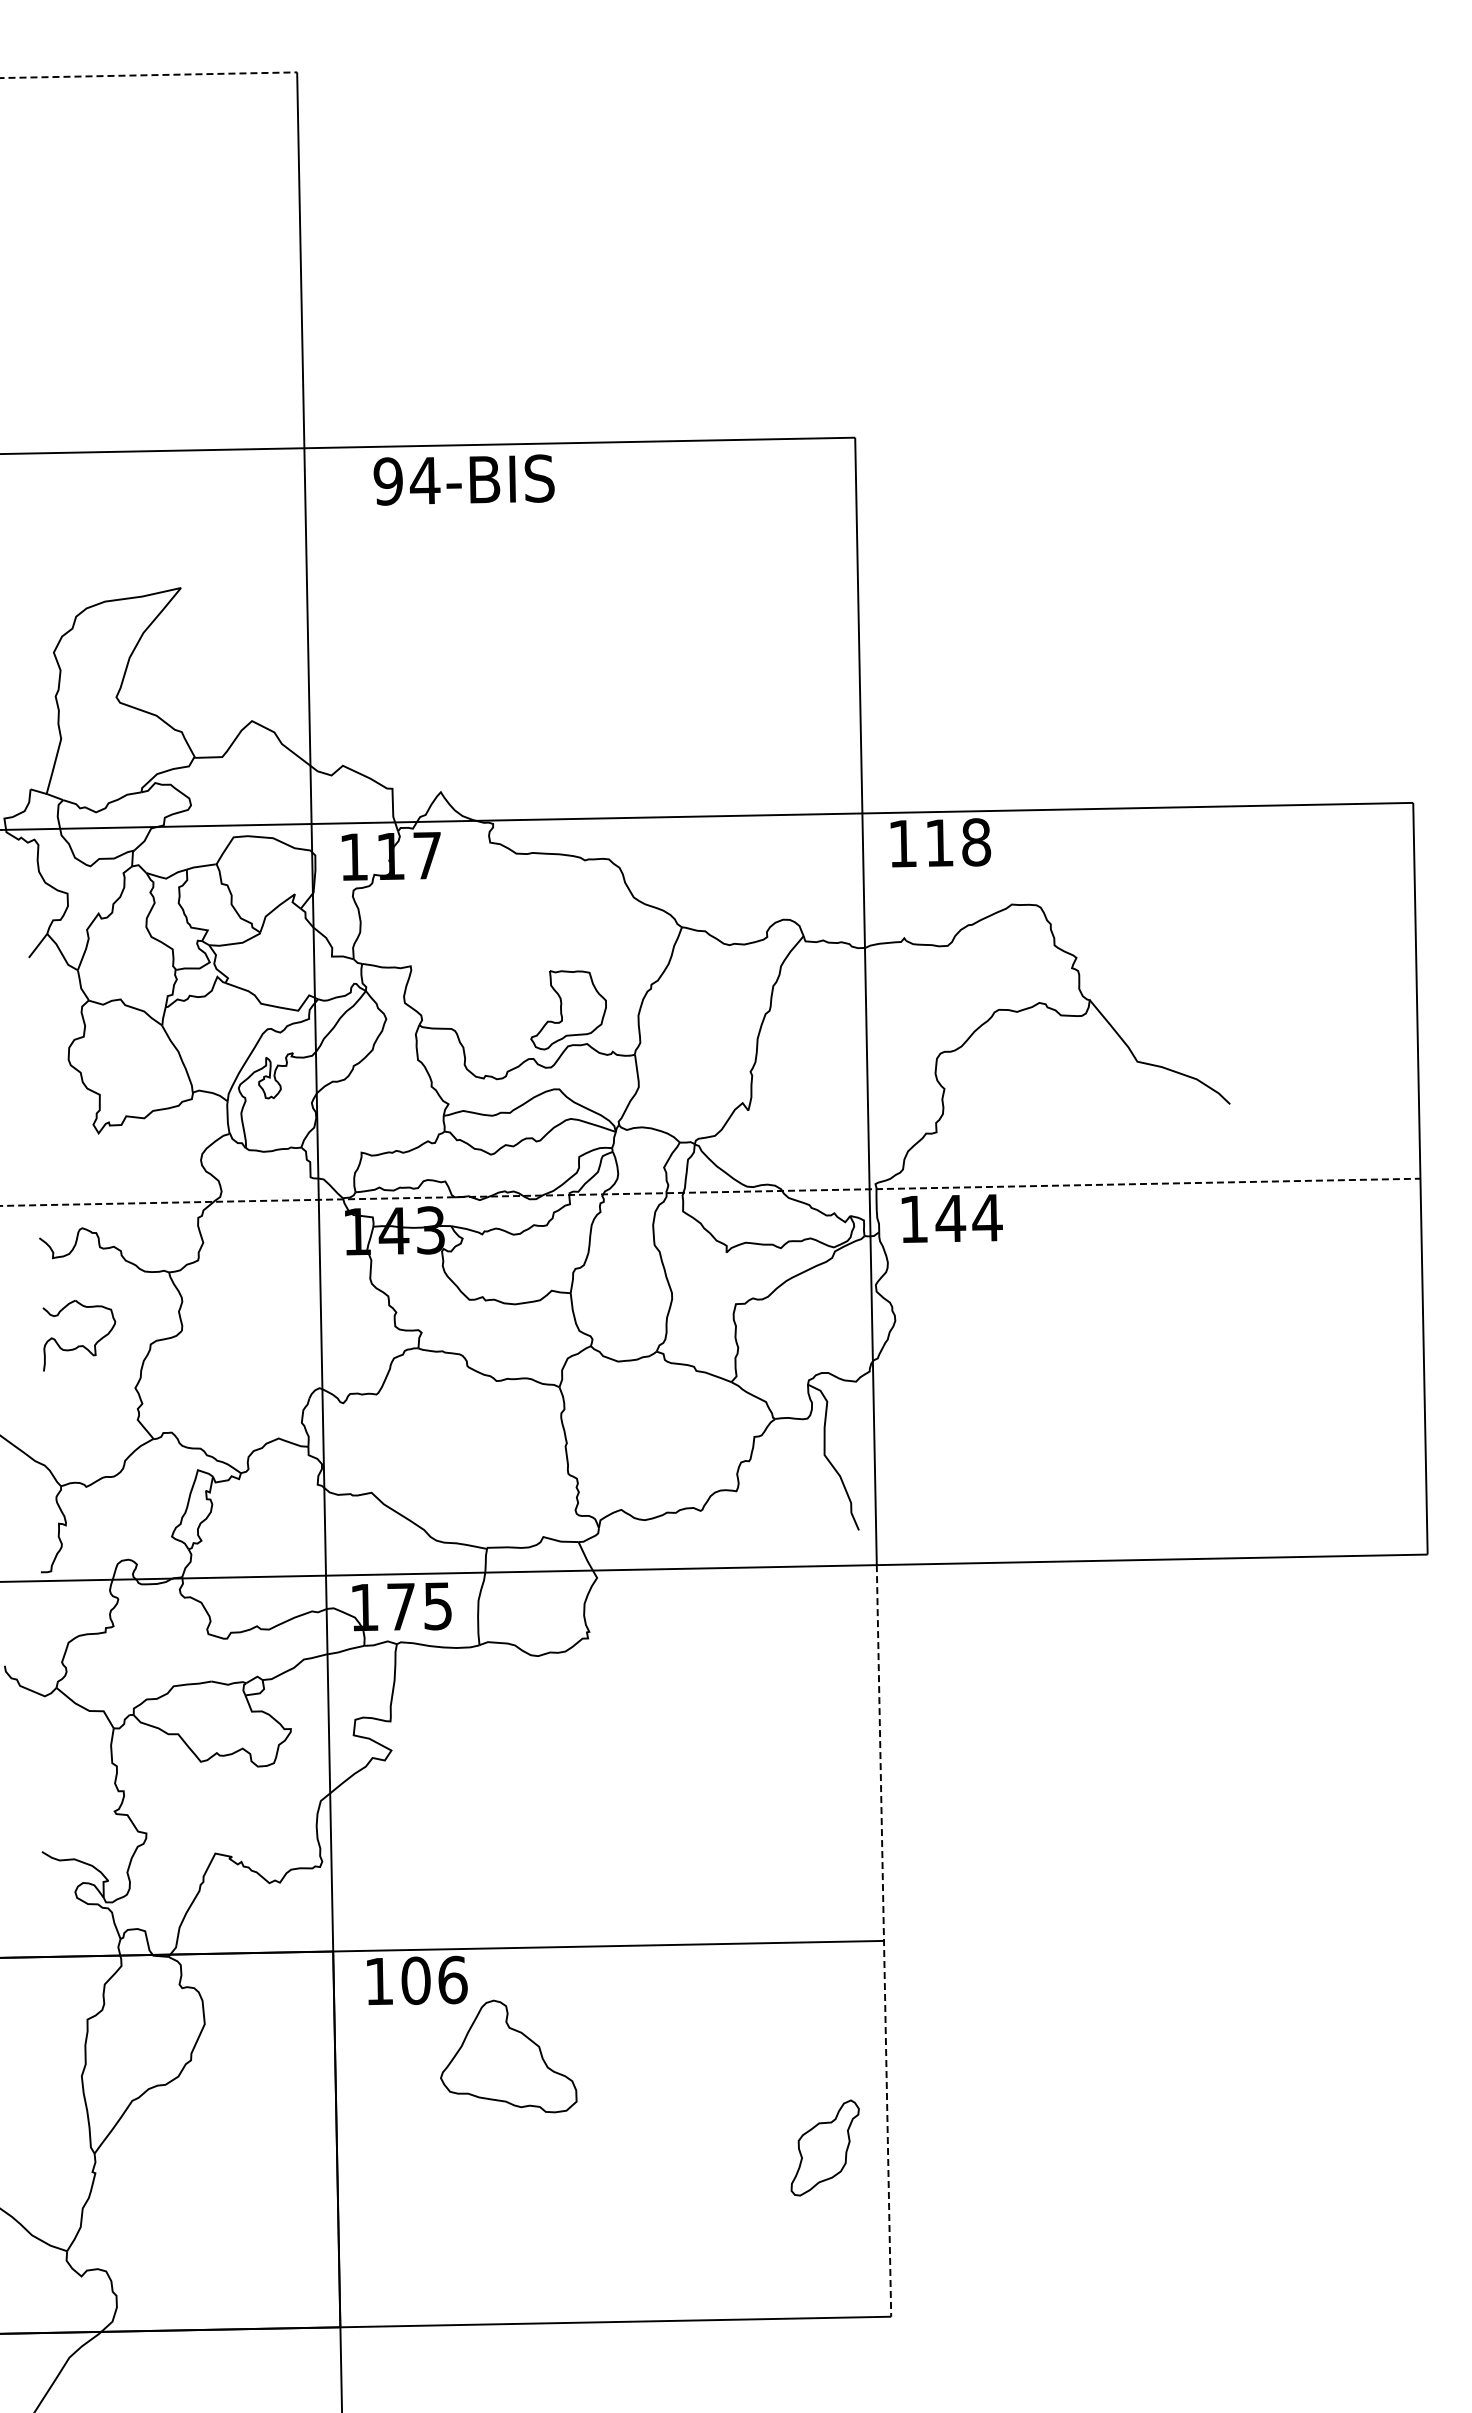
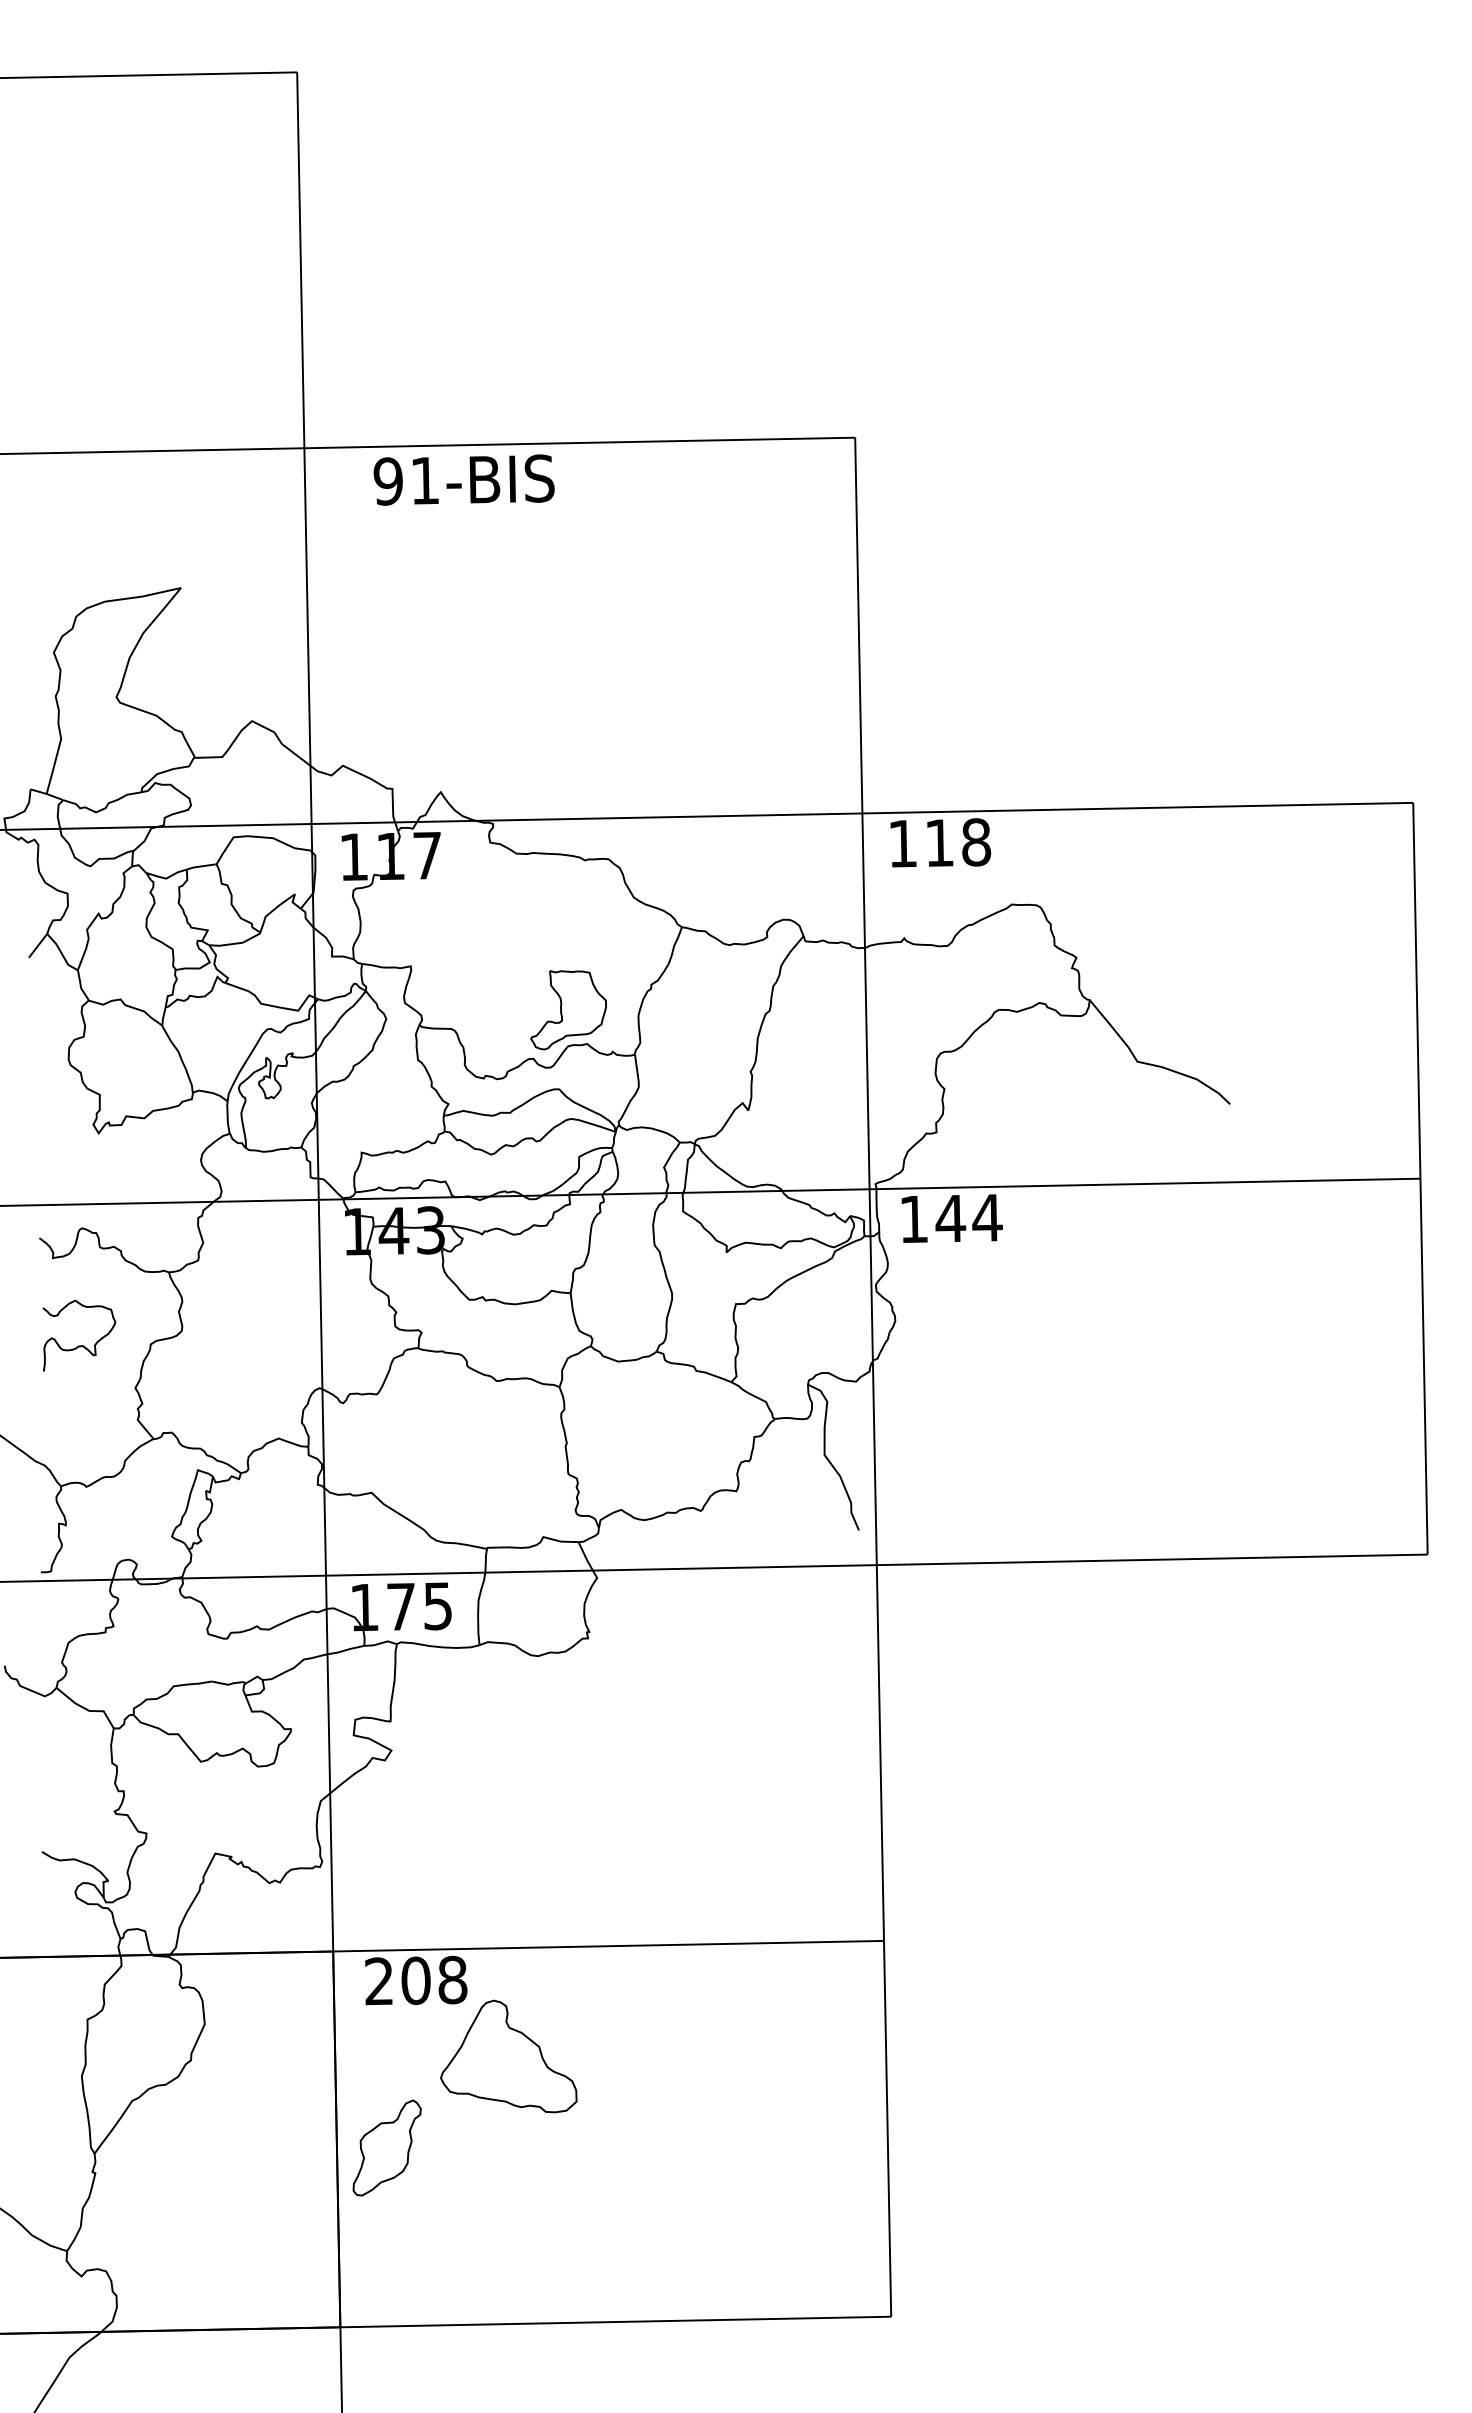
line at (149, 75): dashed -> solid
text at (424, 480): 94-BIS -> 91-BIS
line at (710, 1192): dashed -> solid
line at (884, 1940): dashed -> solid
text at (416, 1980): 106 -> 208
part at (824, 2147) position: (824, 2147) -> (386, 2147)
